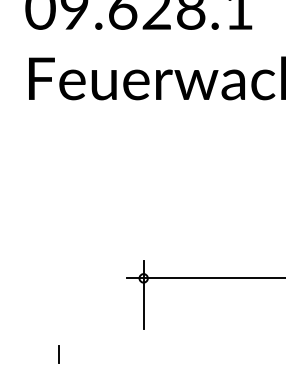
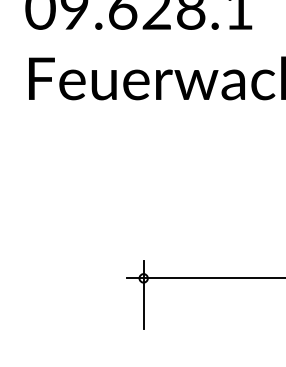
line at (58, 354): present -> none
